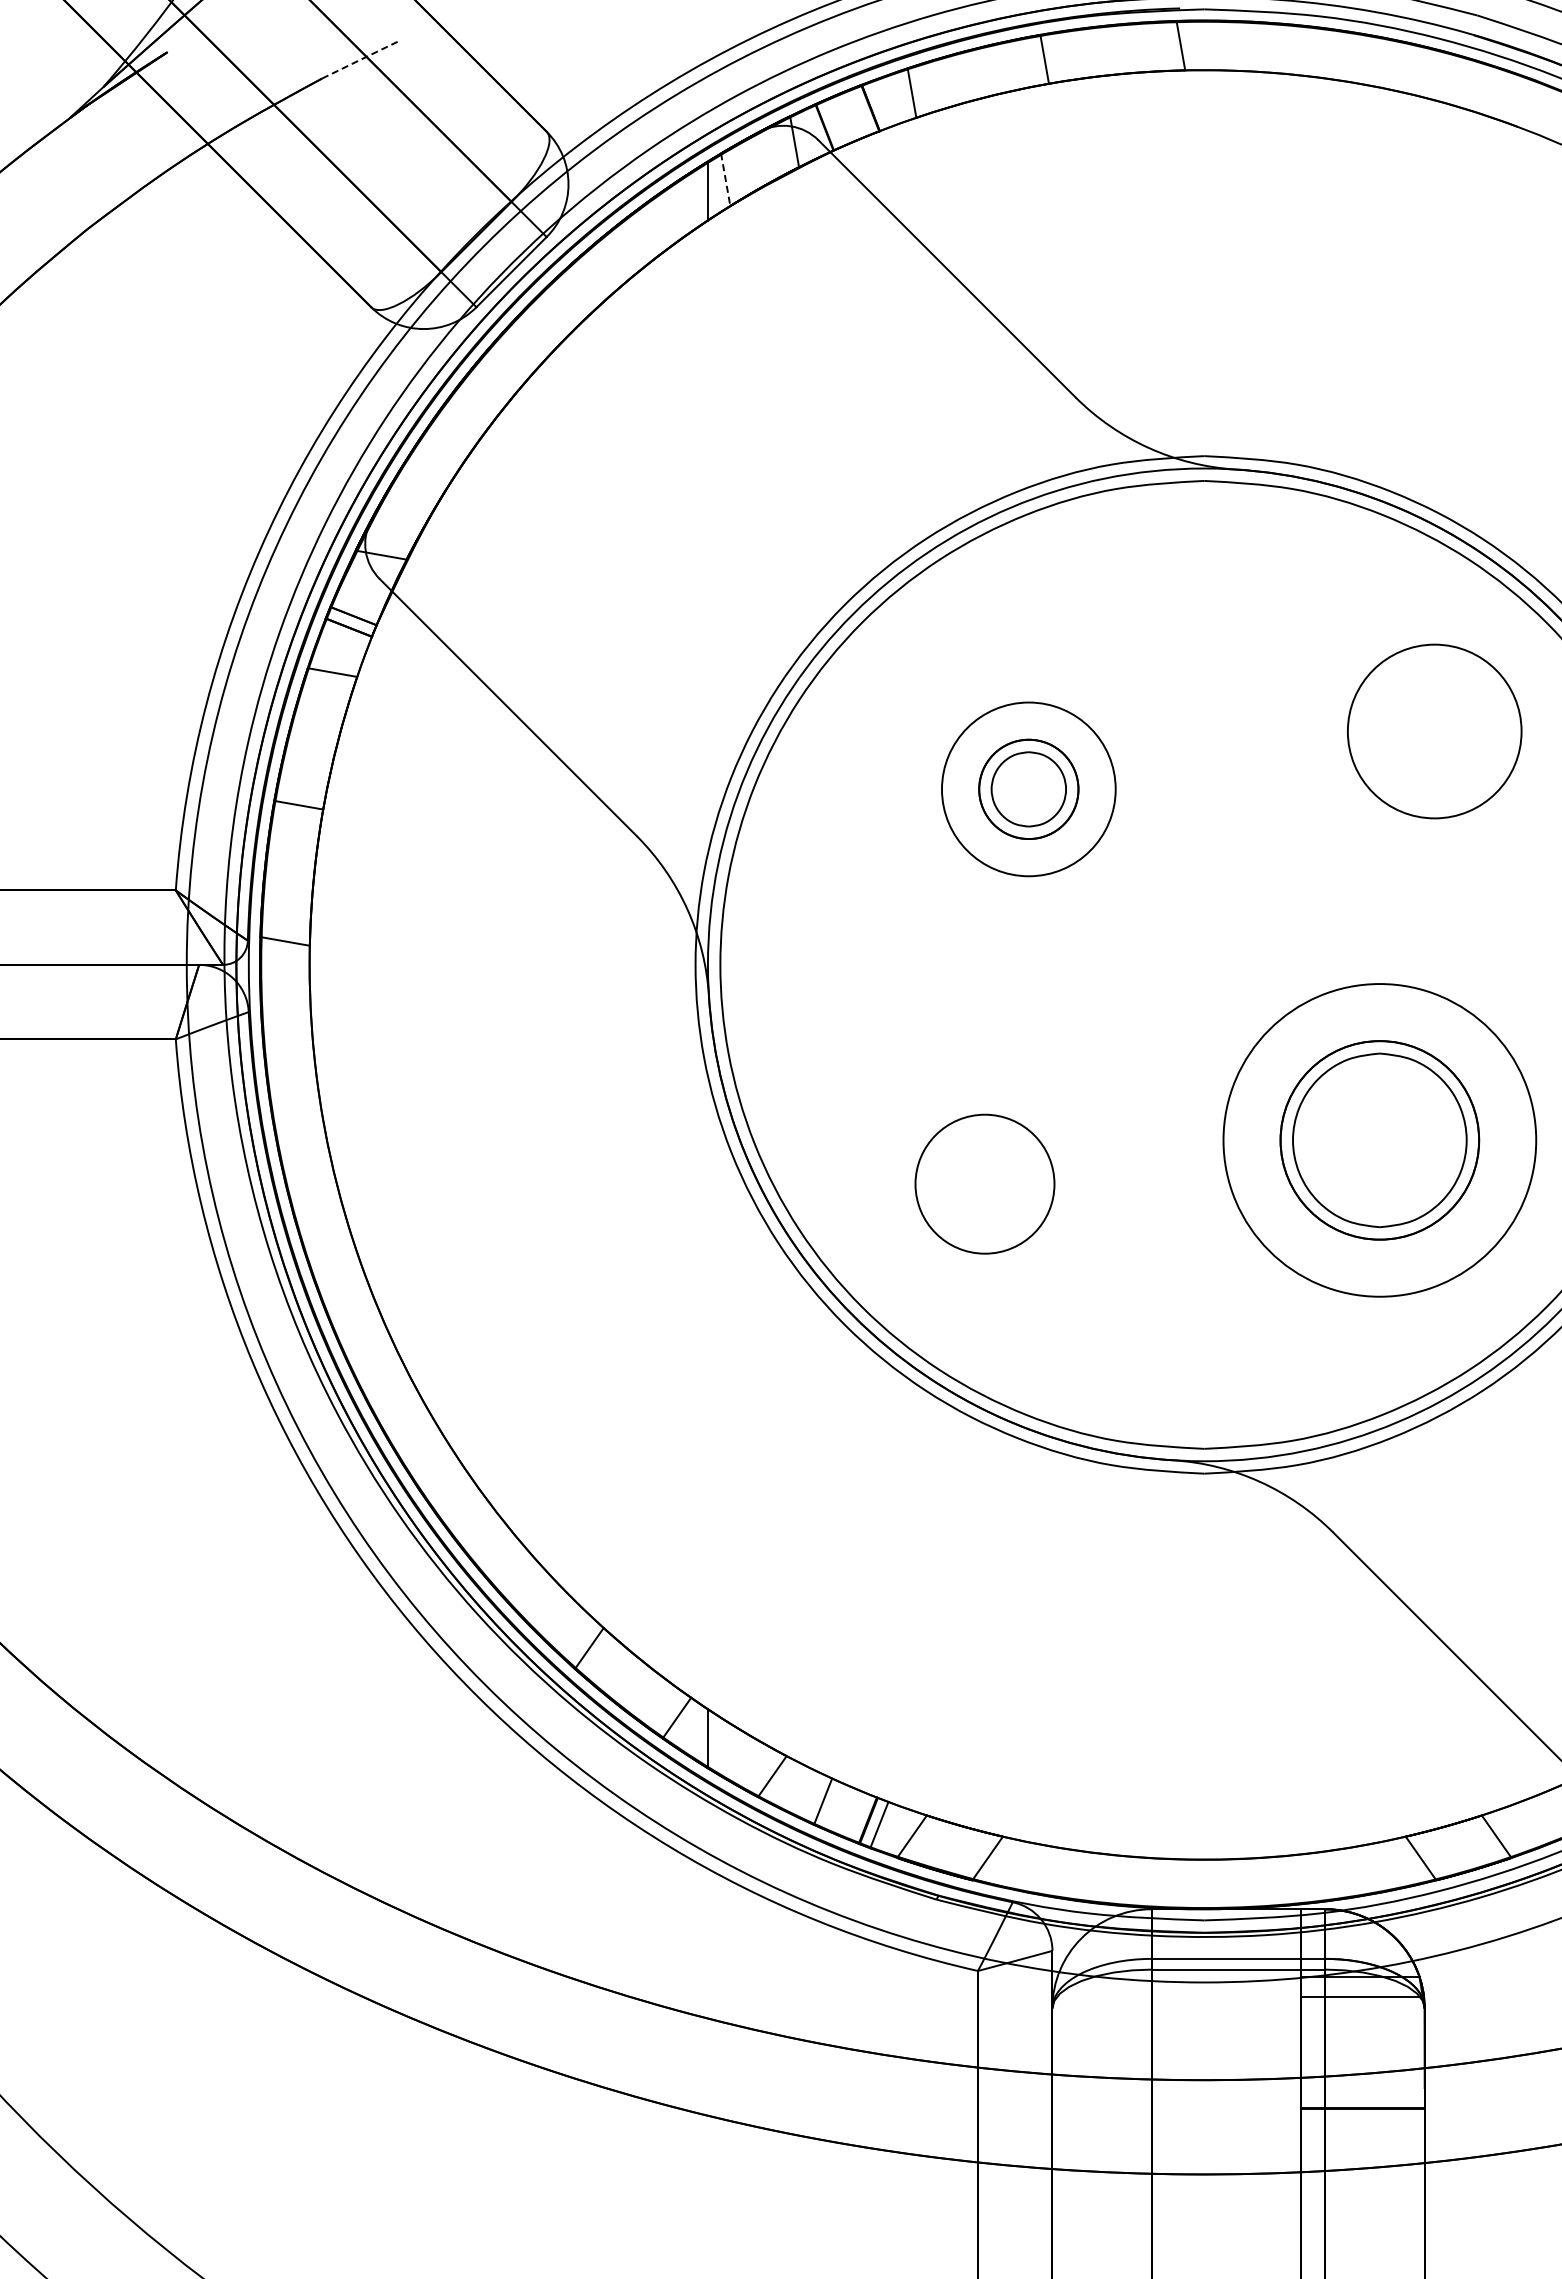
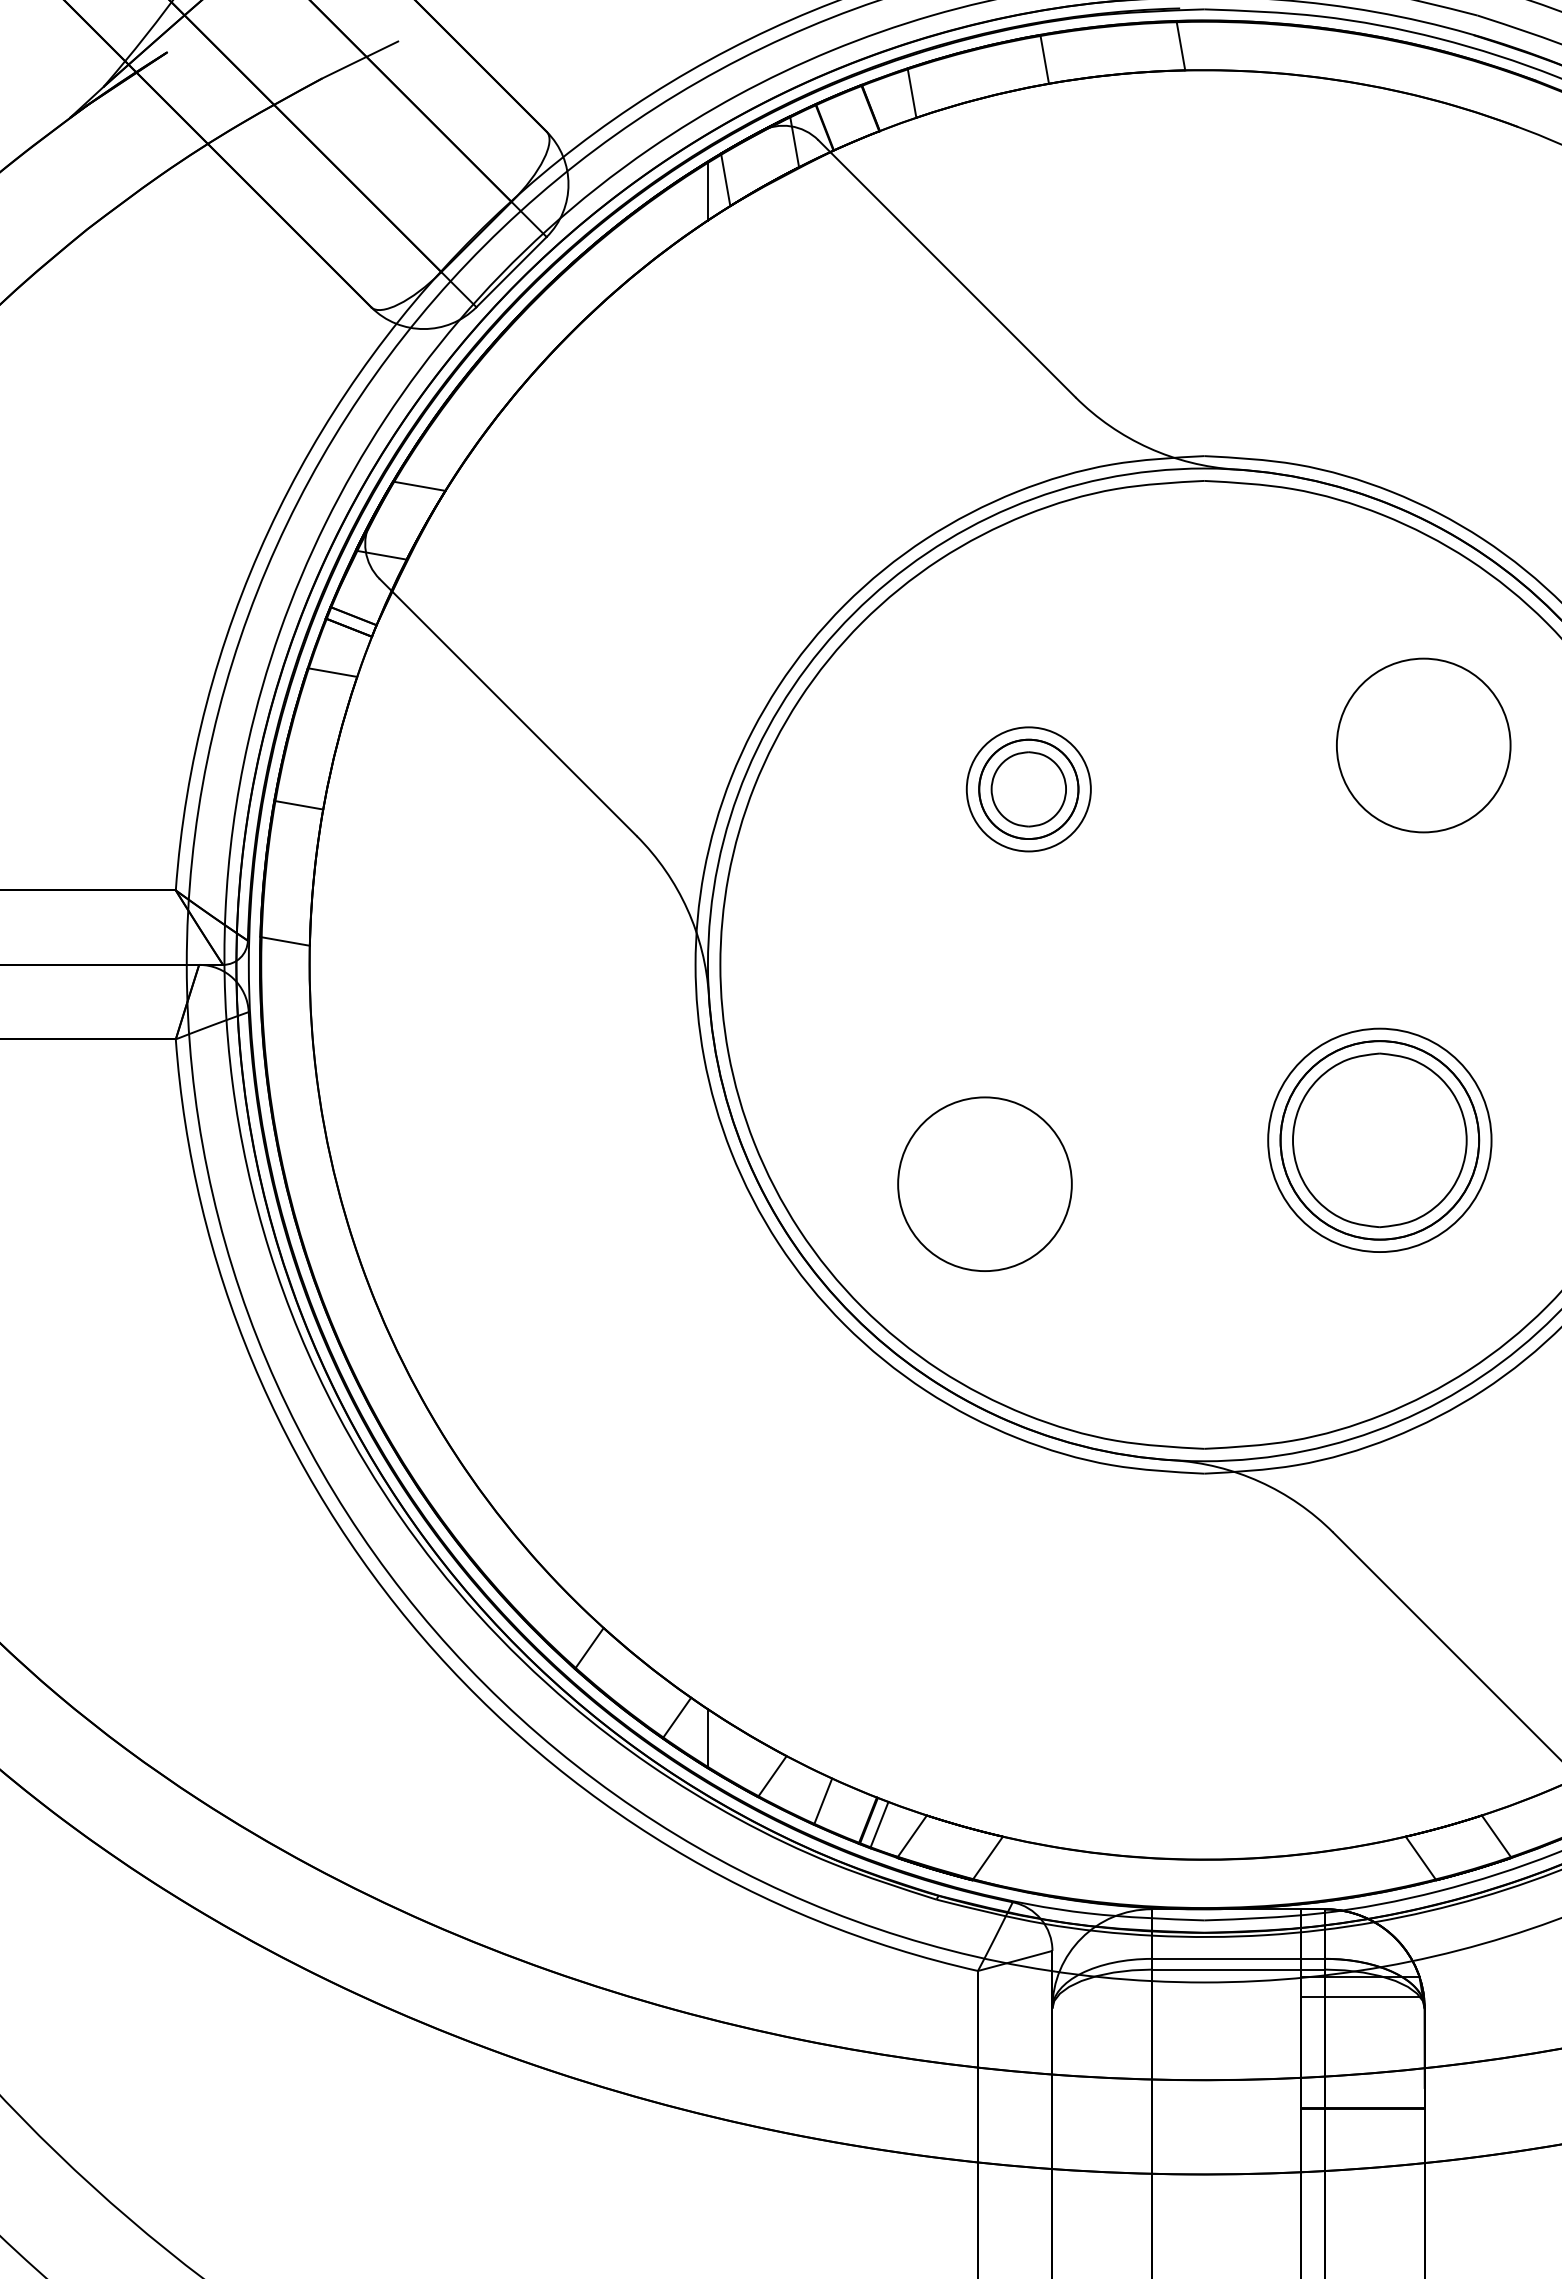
line at (360, 59): dashed -> solid
line at (725, 179): dashed -> solid
line at (419, 485): none -> present
circle at (1434, 731) position: (1434, 731) -> (1423, 745)
circle at (1028, 789) diameter: 174 px -> 124 px
circle at (1379, 1140) diameter: 313 px -> 223 px
circle at (984, 1183) size: 142x142 px -> 176x176 px
